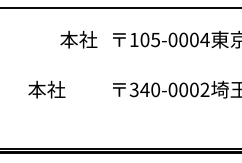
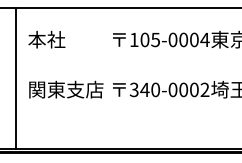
text at (78, 39) position: (78, 39) -> (46, 39)
line at (15, 78): none -> present
text at (65, 89): 本社 -> 関東支店
